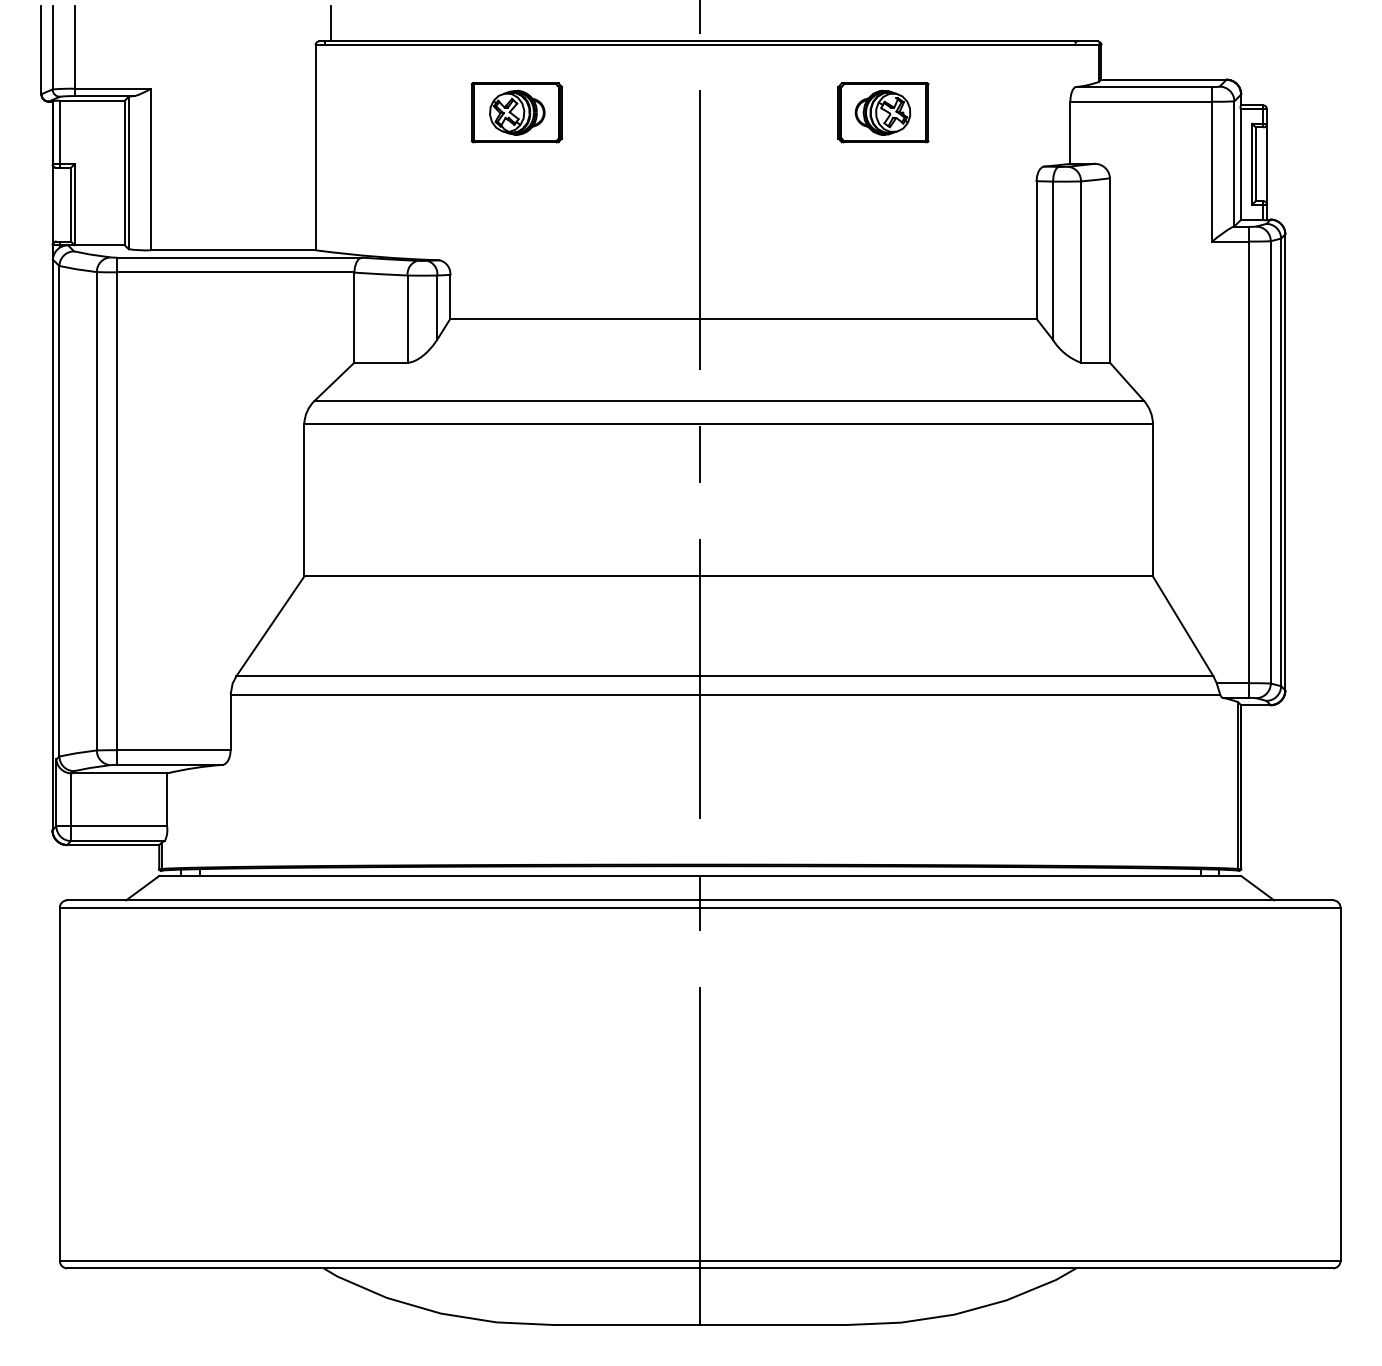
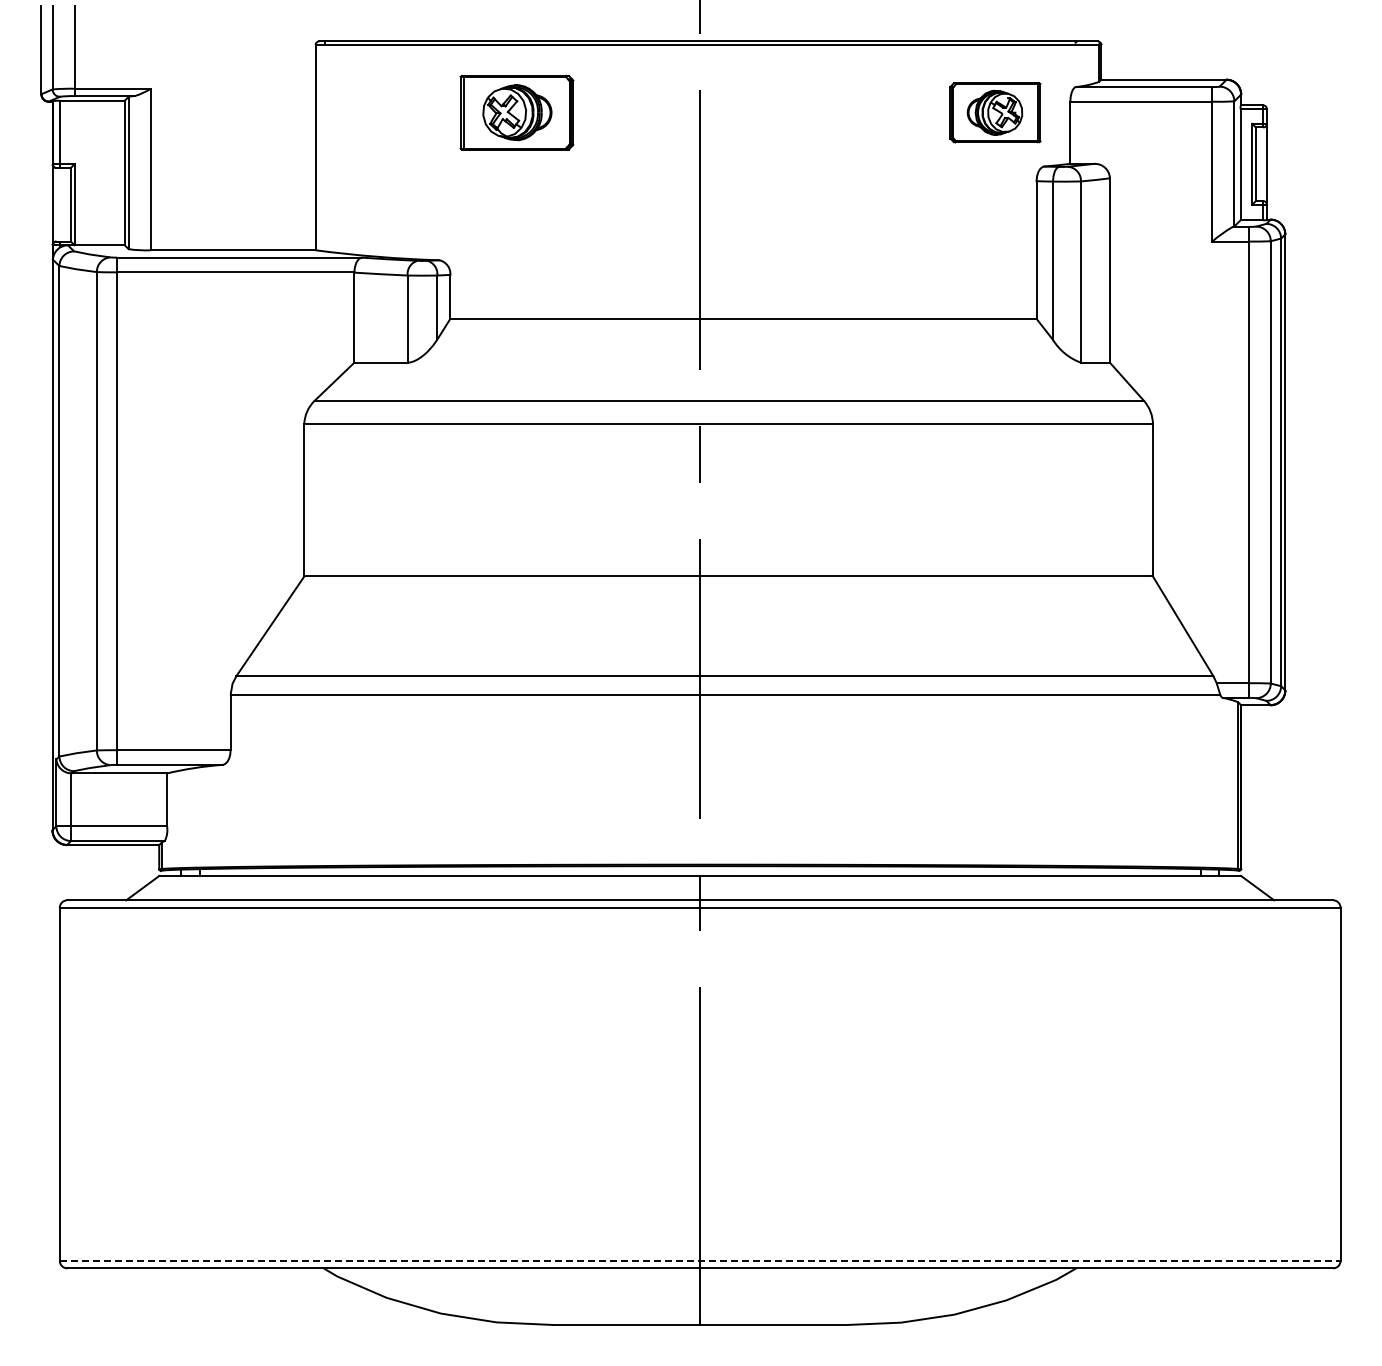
line at (330, 23): present -> none
part at (516, 112) size: 94x62 px -> 116x77 px
part at (883, 112) position: (883, 112) -> (995, 112)
line at (700, 1260): solid -> dashed
